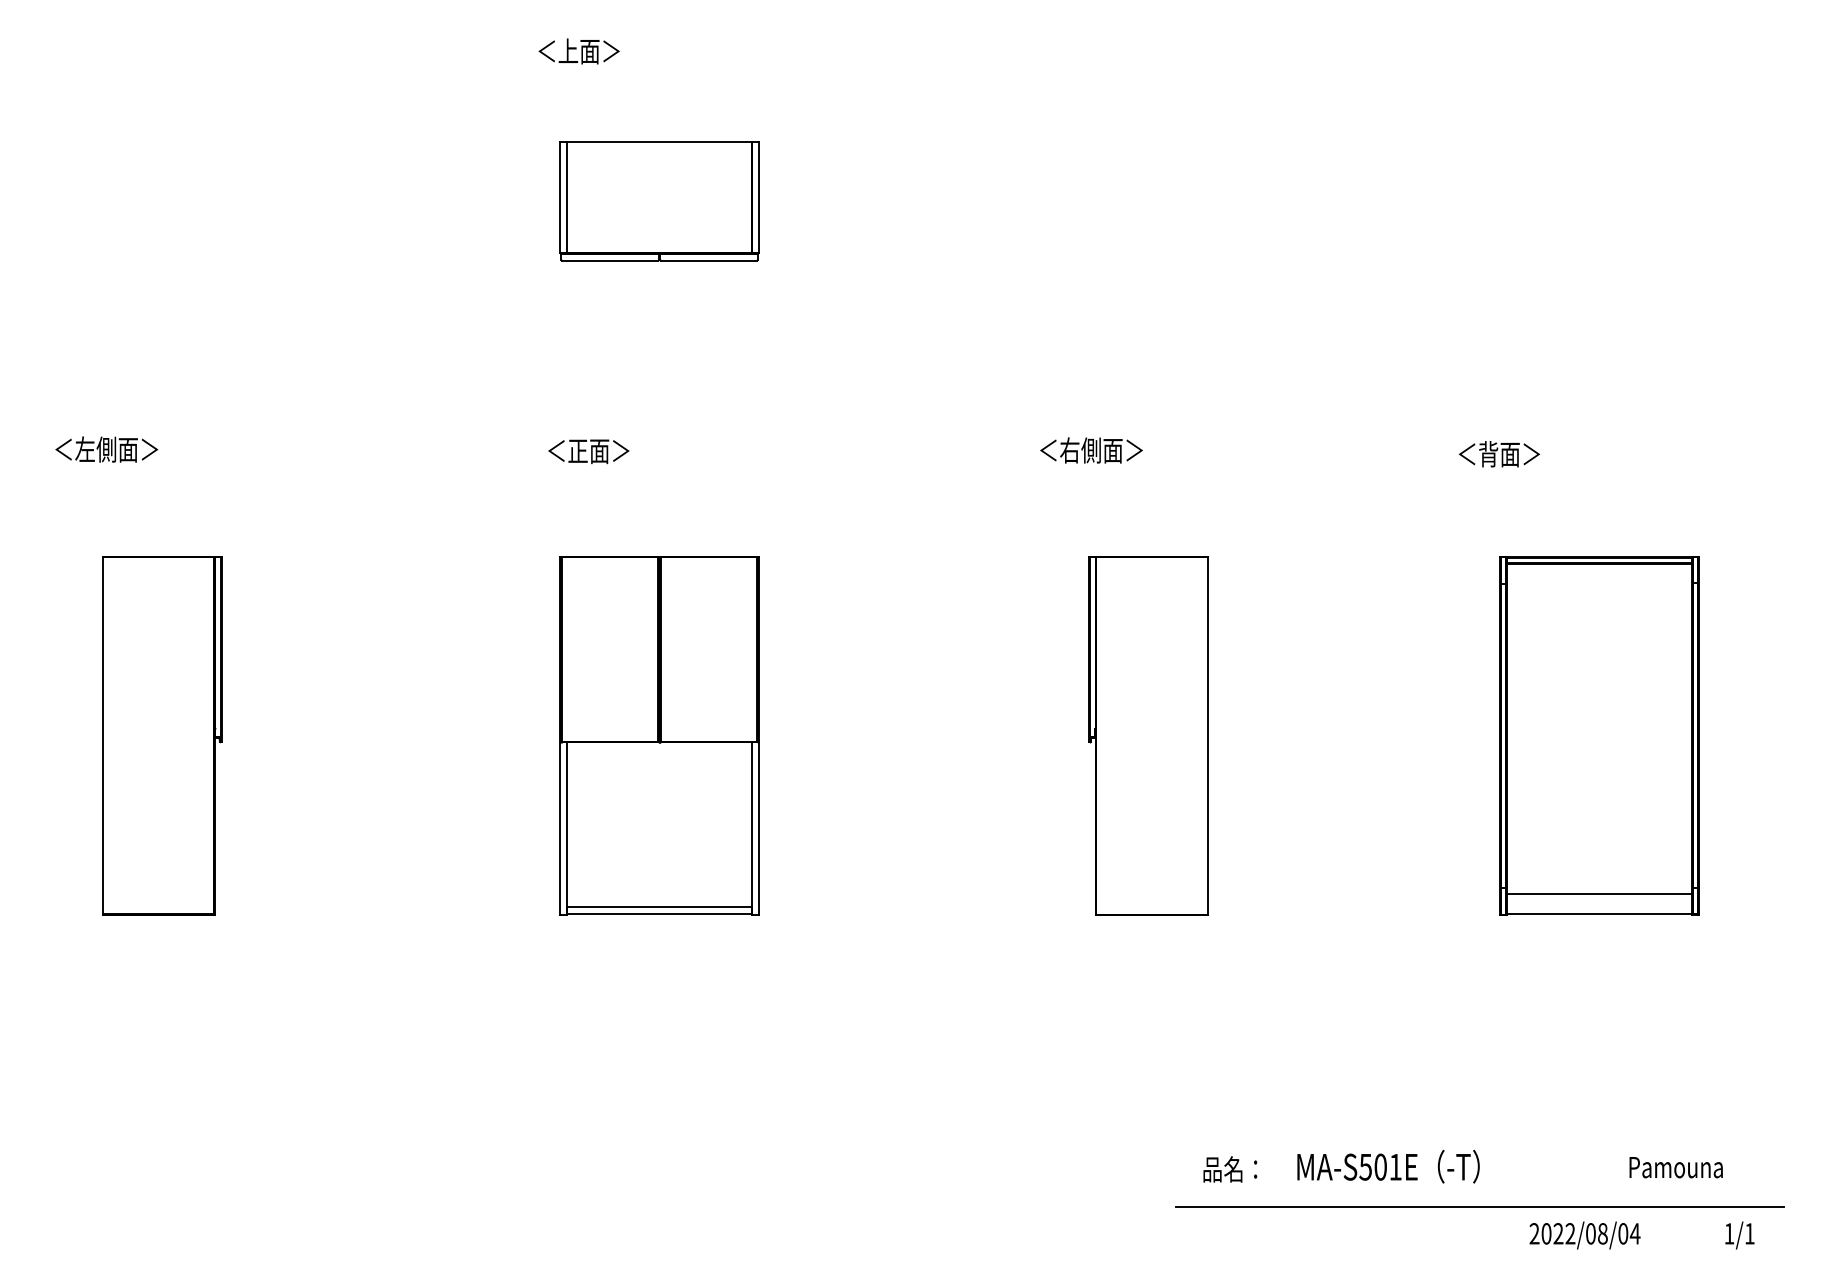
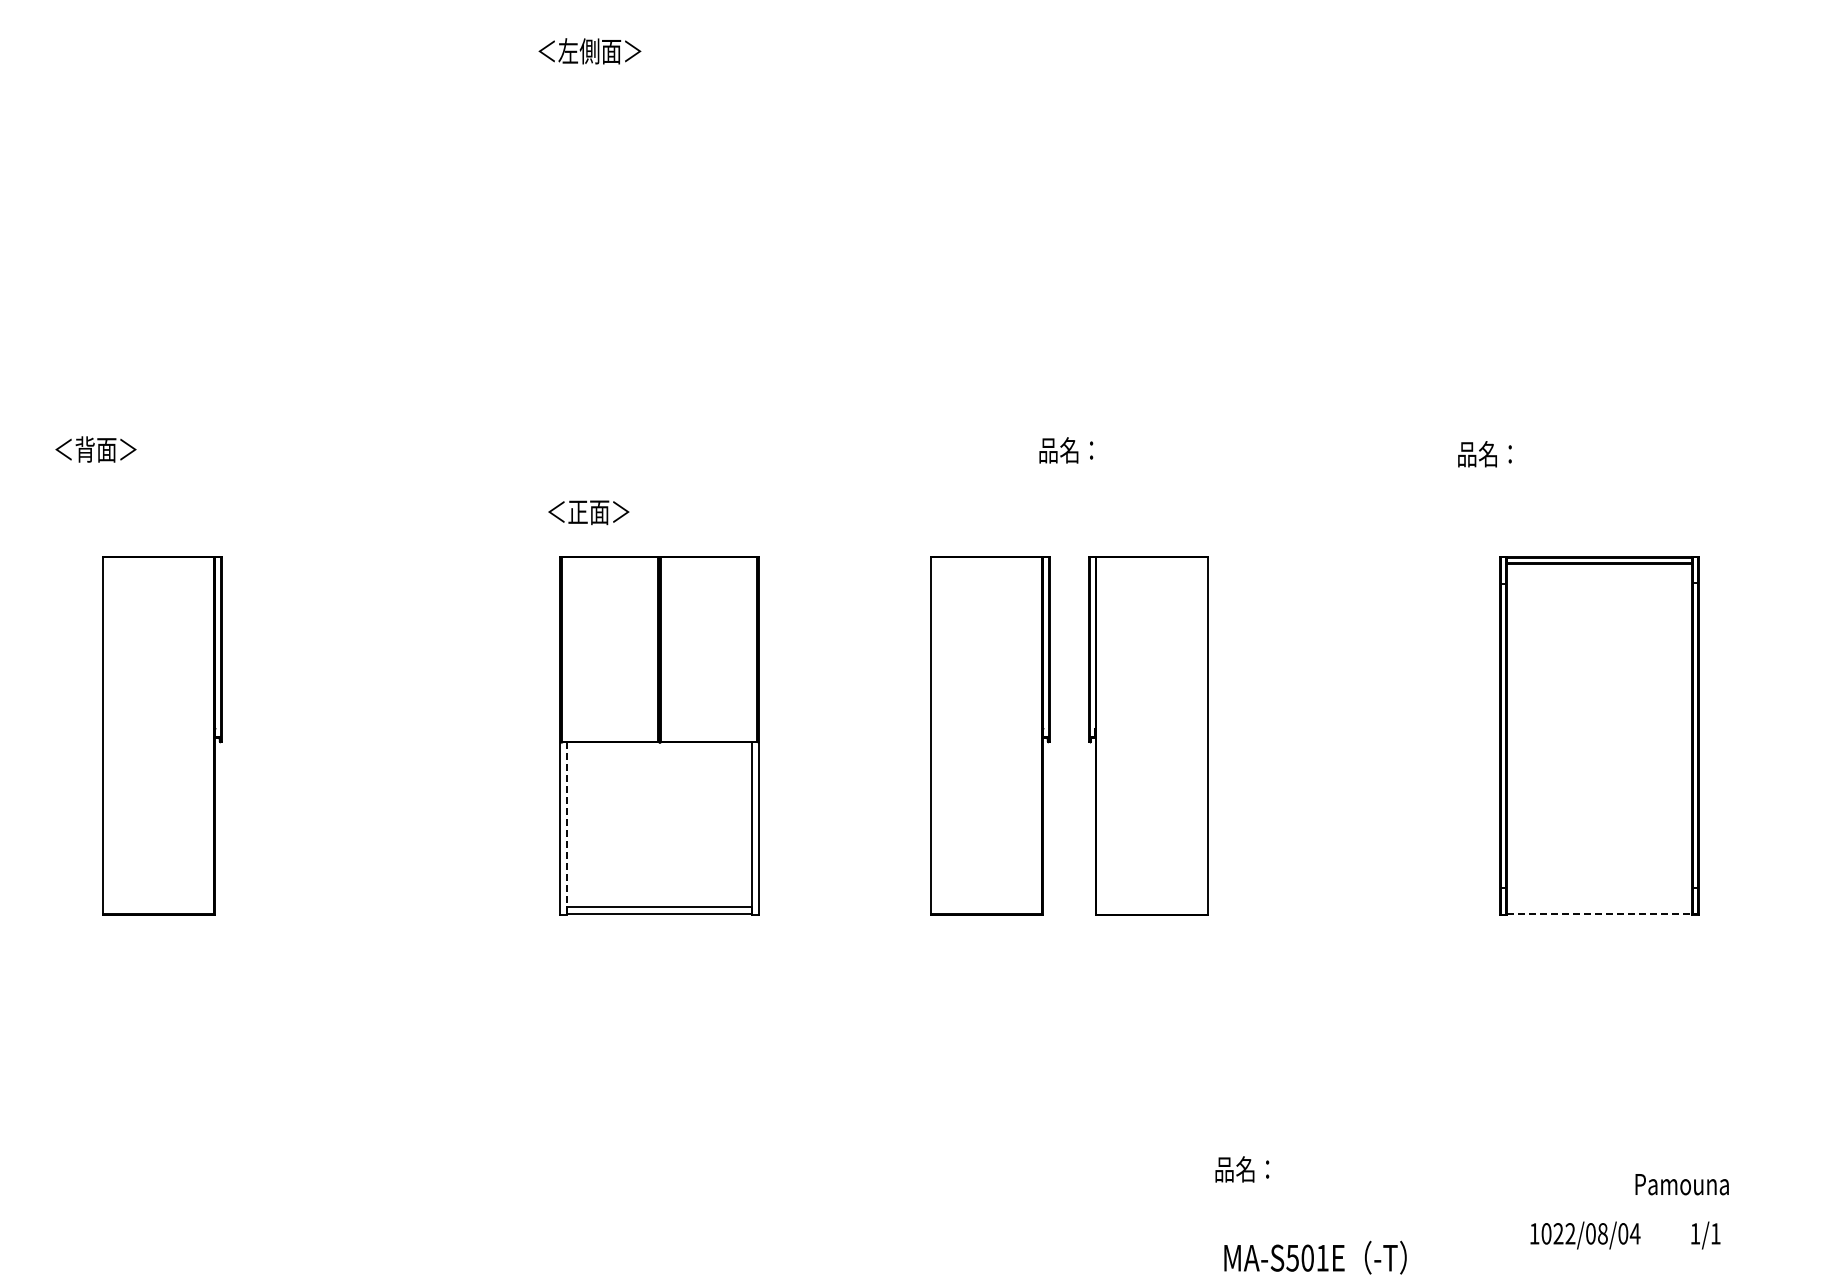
text at (599, 51): ＜上面＞ -> ＜左側面＞
part at (659, 201): present -> none
text at (116, 449): ＜左側面＞ -> ＜背面＞
text at (1090, 450): ＜右側面＞ -> 品名：
text at (588, 451) position: (588, 451) -> (588, 512)
text at (1499, 454): ＜背面＞ -> 品名：
part at (990, 735): none -> present
line at (567, 828): solid -> dashed
line at (1599, 894): present -> none
line at (1600, 914): solid -> dashed
text at (1388, 1166) position: (1388, 1166) -> (1315, 1257)
text at (1675, 1167) position: (1675, 1167) -> (1681, 1184)
text at (1230, 1169) position: (1230, 1169) -> (1242, 1169)
line at (1479, 1207): present -> none
text at (1534, 1233): 2022/08/04 -> 1022/08/04
text at (1739, 1235) position: (1739, 1235) -> (1705, 1235)
